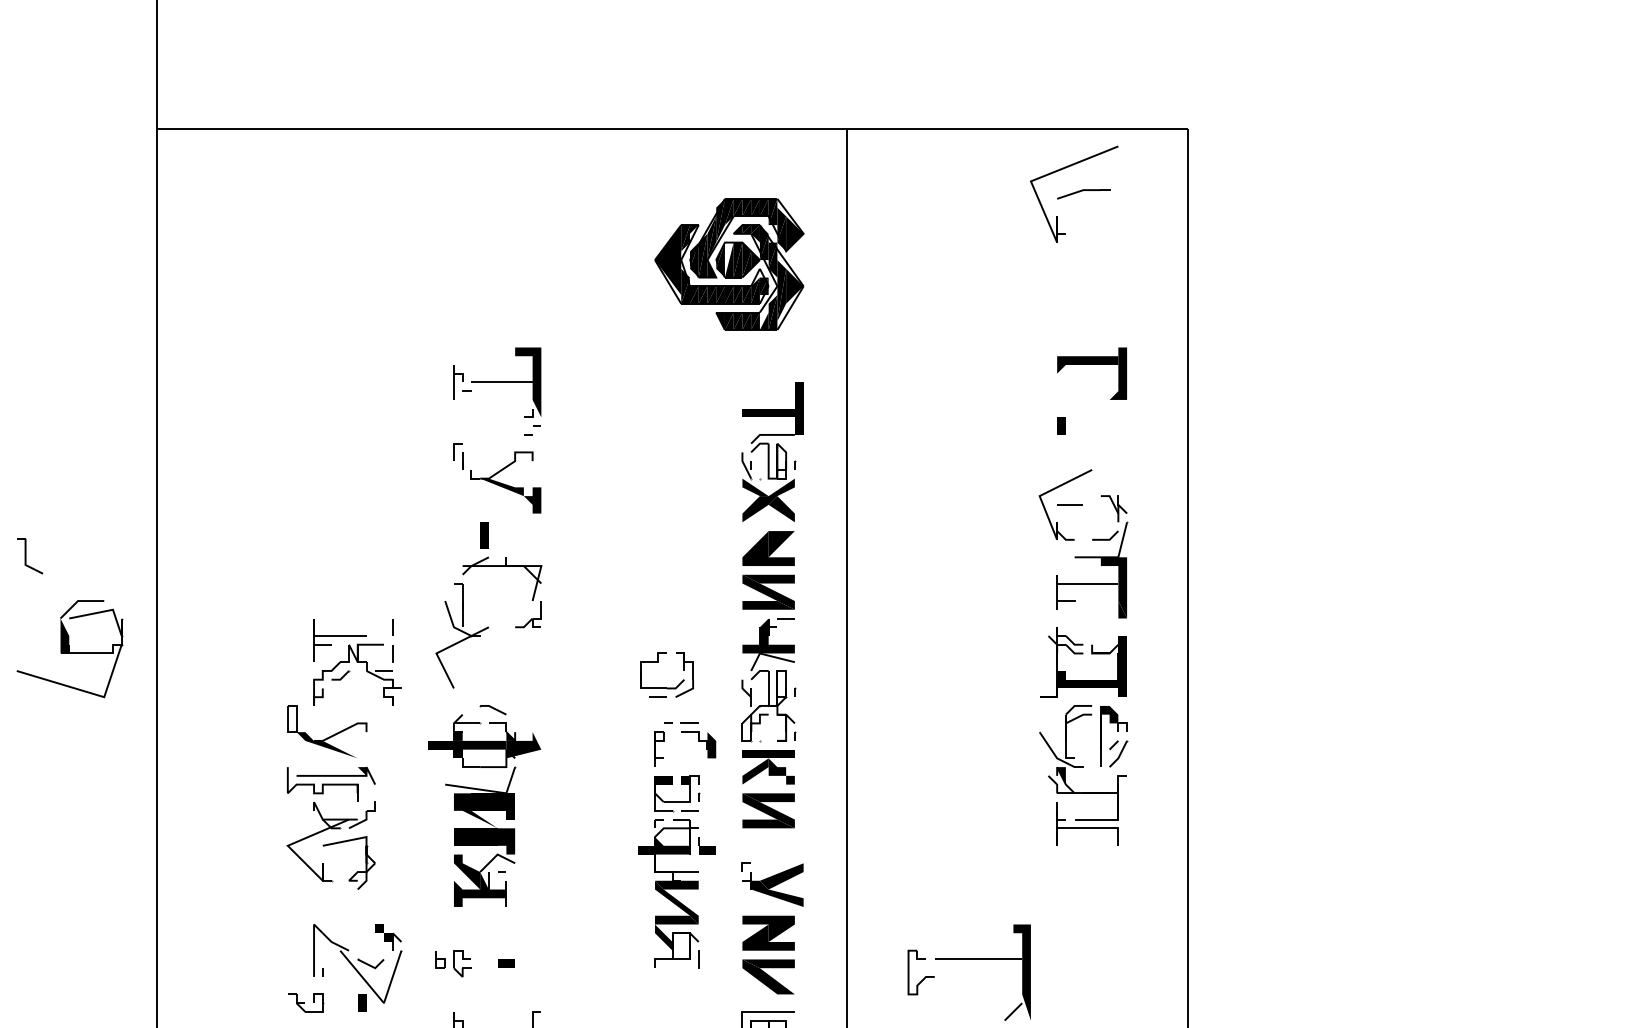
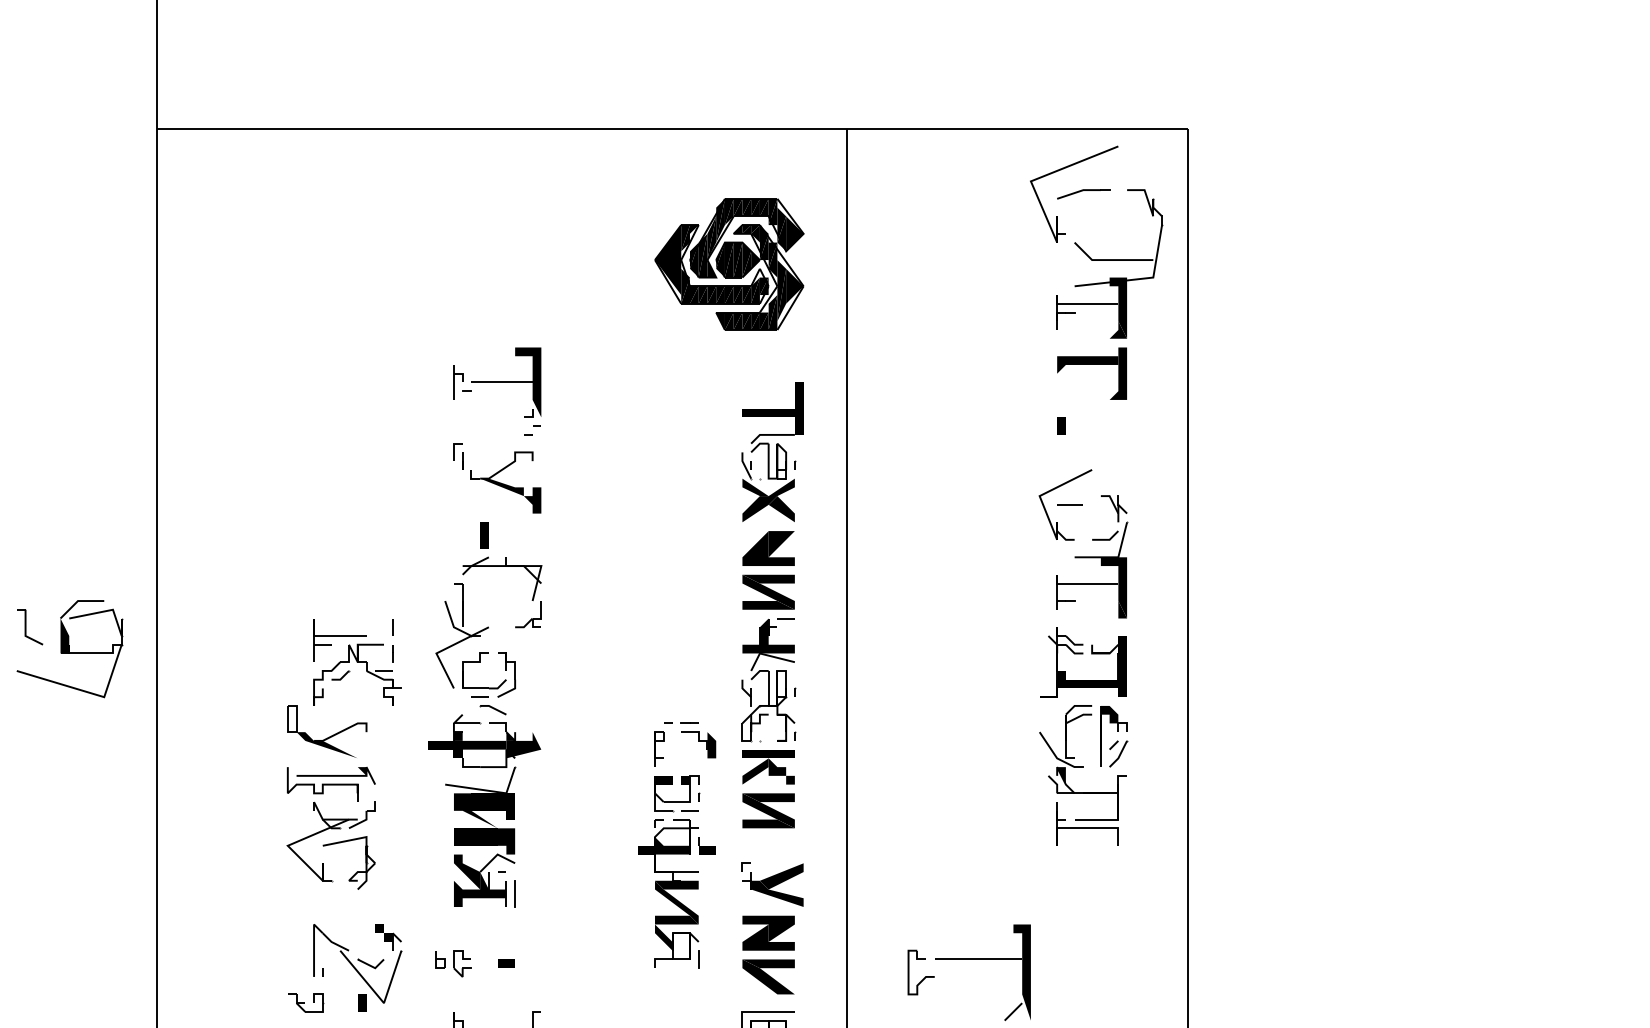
fill at (728, 259): none -> present
part at (1109, 263): none -> present
fill at (763, 321): none -> present
part at (30, 556) position: (30, 556) -> (30, 627)
part at (666, 687) position: (666, 687) -> (488, 687)
line at (515, 893): none -> present
